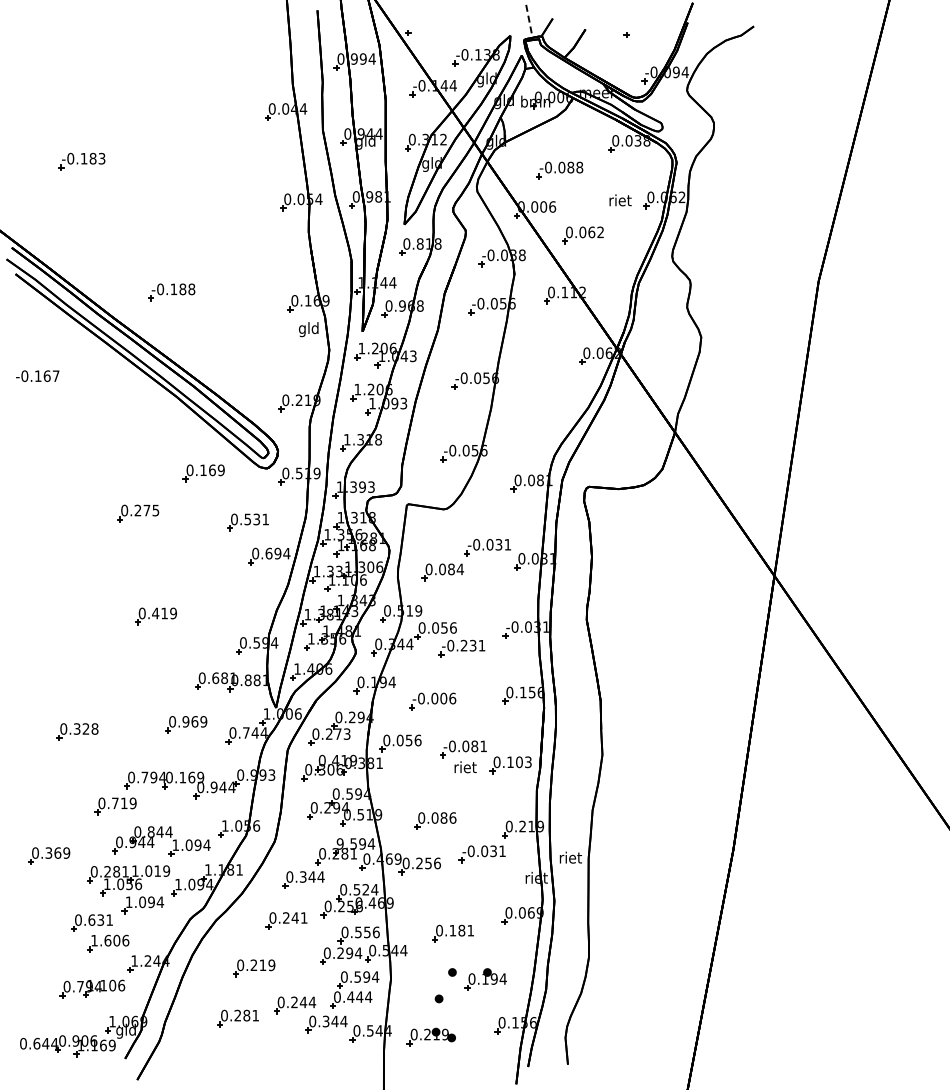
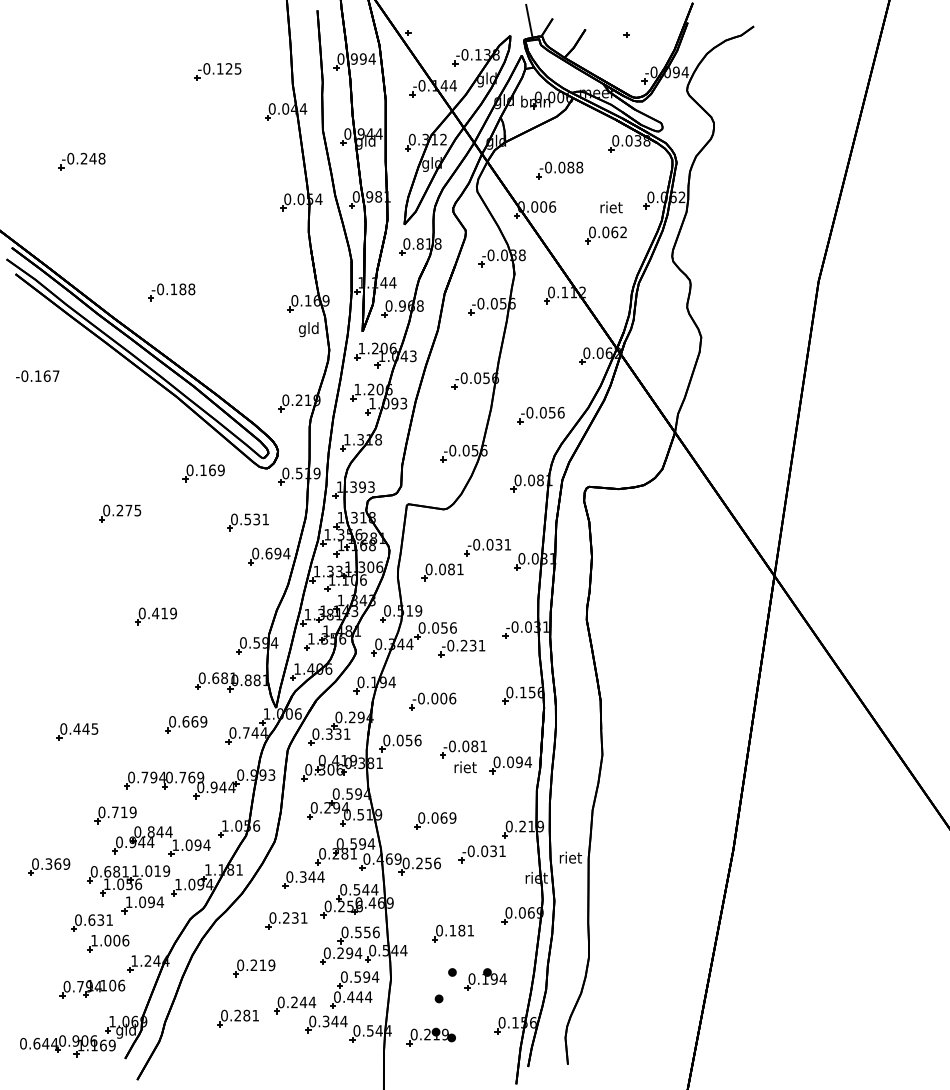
line at (529, 23): dashed -> solid
part at (217, 71): none -> present
text at (92, 158): -0.183 -> -0.248
text at (620, 200) position: (620, 200) -> (611, 207)
part at (582, 235) position: (582, 235) -> (605, 235)
part at (540, 415): none -> present
part at (138, 513) position: (138, 513) -> (120, 513)
text at (460, 569): 0.084 -> 0.081
text at (185, 721): 0.969 -> 0.669
text at (85, 728): 0.328 -> 0.445
text at (338, 733): 0.273 -> 0.331
text at (519, 762): 0.103 -> 0.094
text at (182, 777): 0.169 -> 0.769
part at (115, 806) position: (115, 806) -> (115, 815)
text at (448, 817): 0.086 -> 0.069
text at (339, 843): 9.594 -> 0.594
part at (49, 855) position: (49, 855) -> (49, 866)
text at (107, 871): 0.281 -> 0.681
text at (365, 889): 0.524 -> 0.544
text at (294, 917): 0.241 -> 0.231
text at (107, 940): 1.606 -> 1.006
